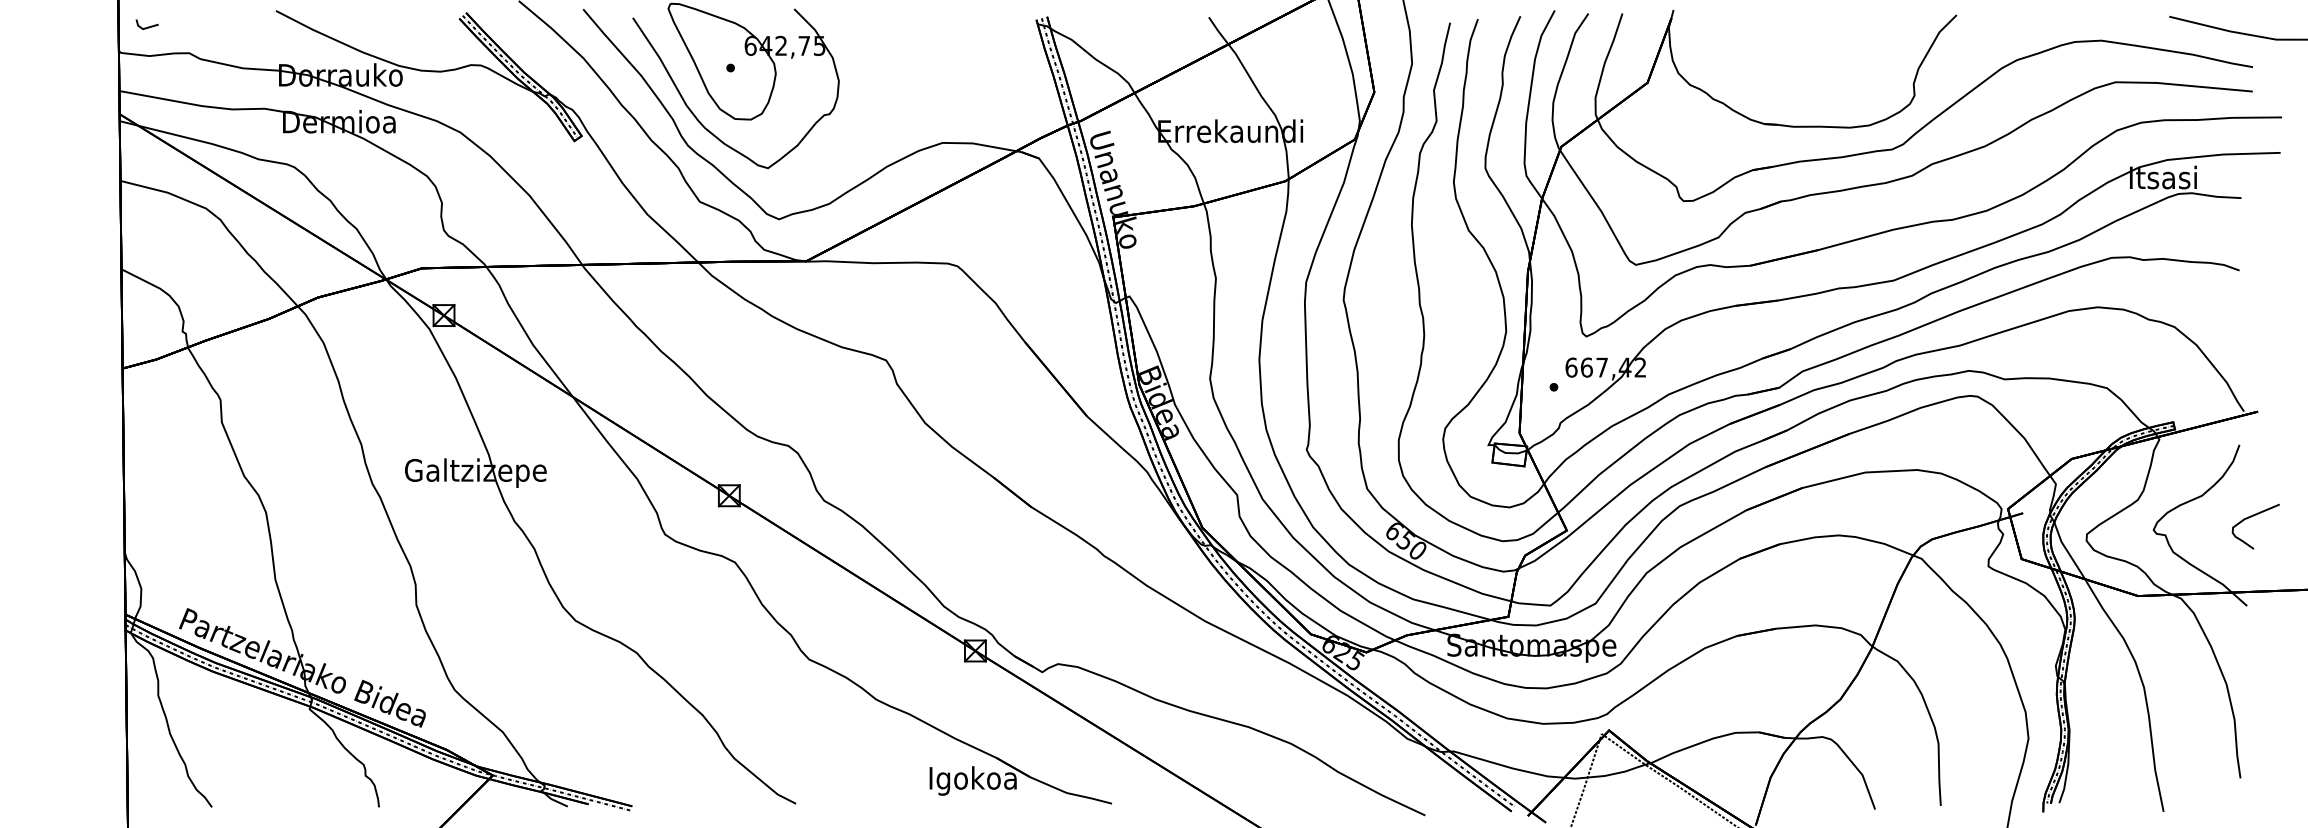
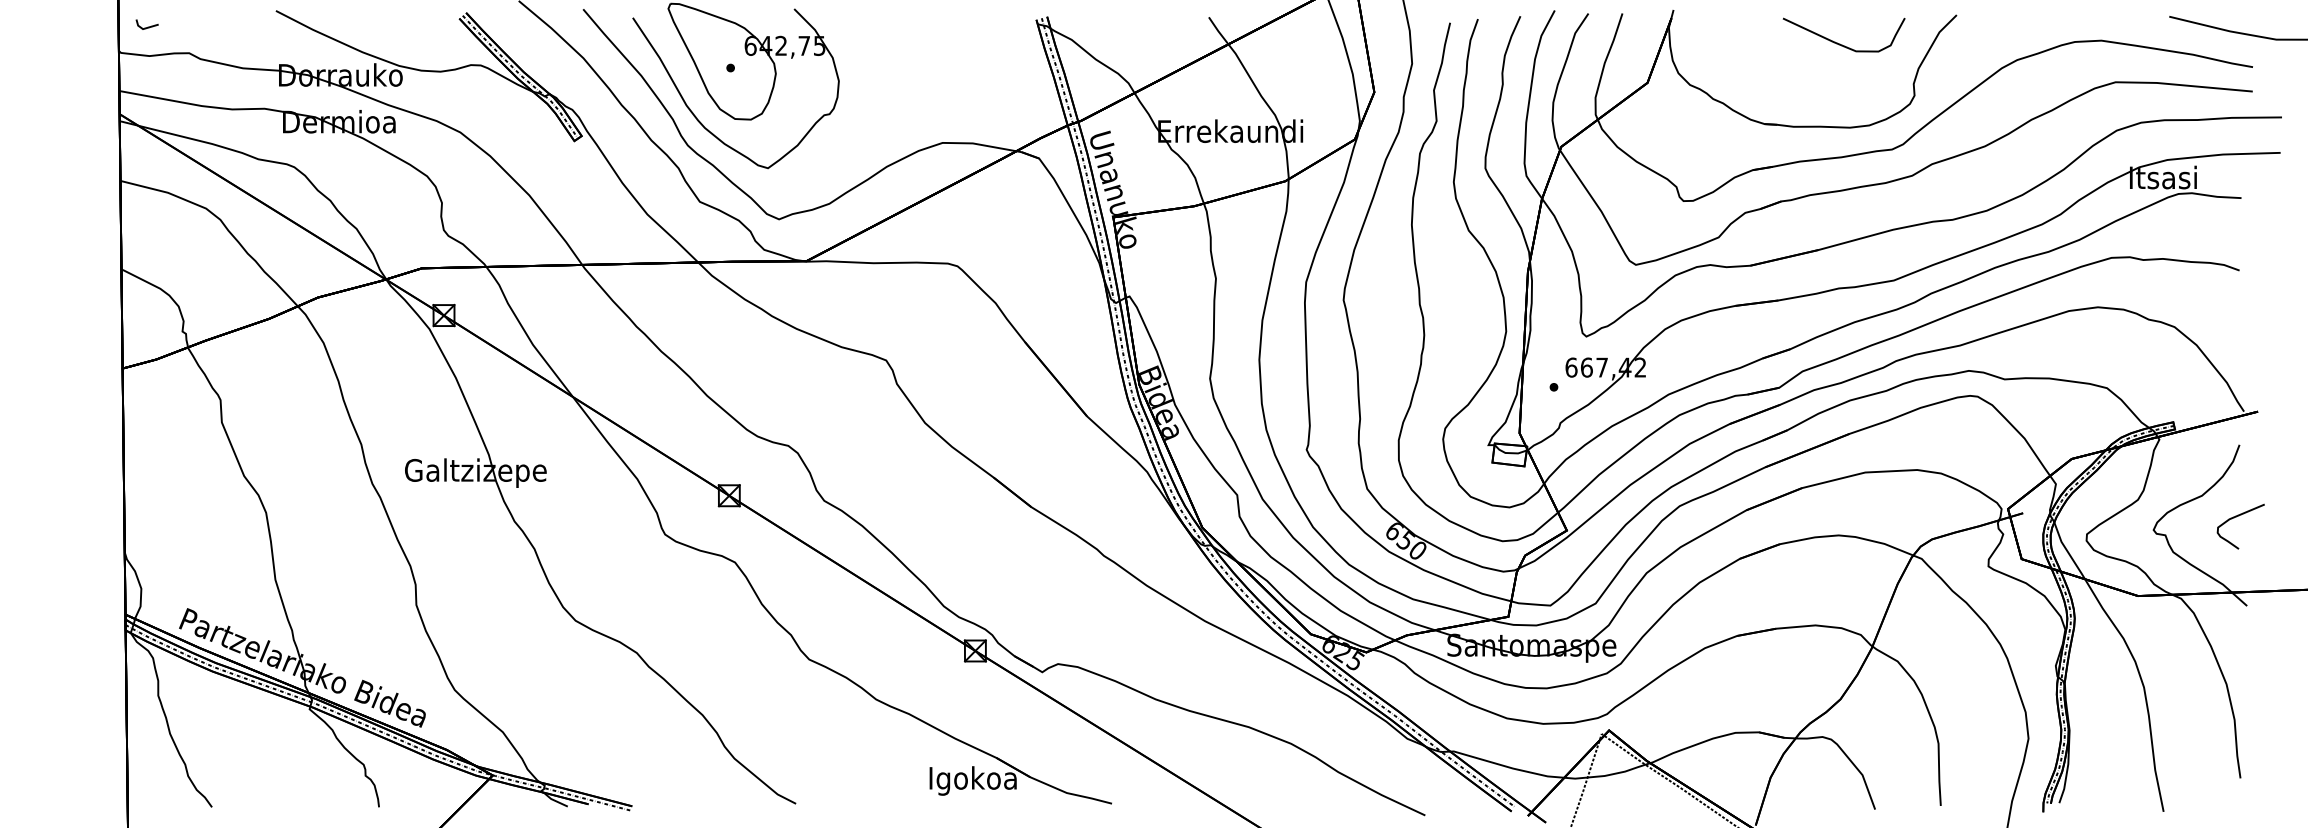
curve at (1840, 43): none -> present
curve at (2251, 517) position: (2251, 517) -> (2236, 517)
